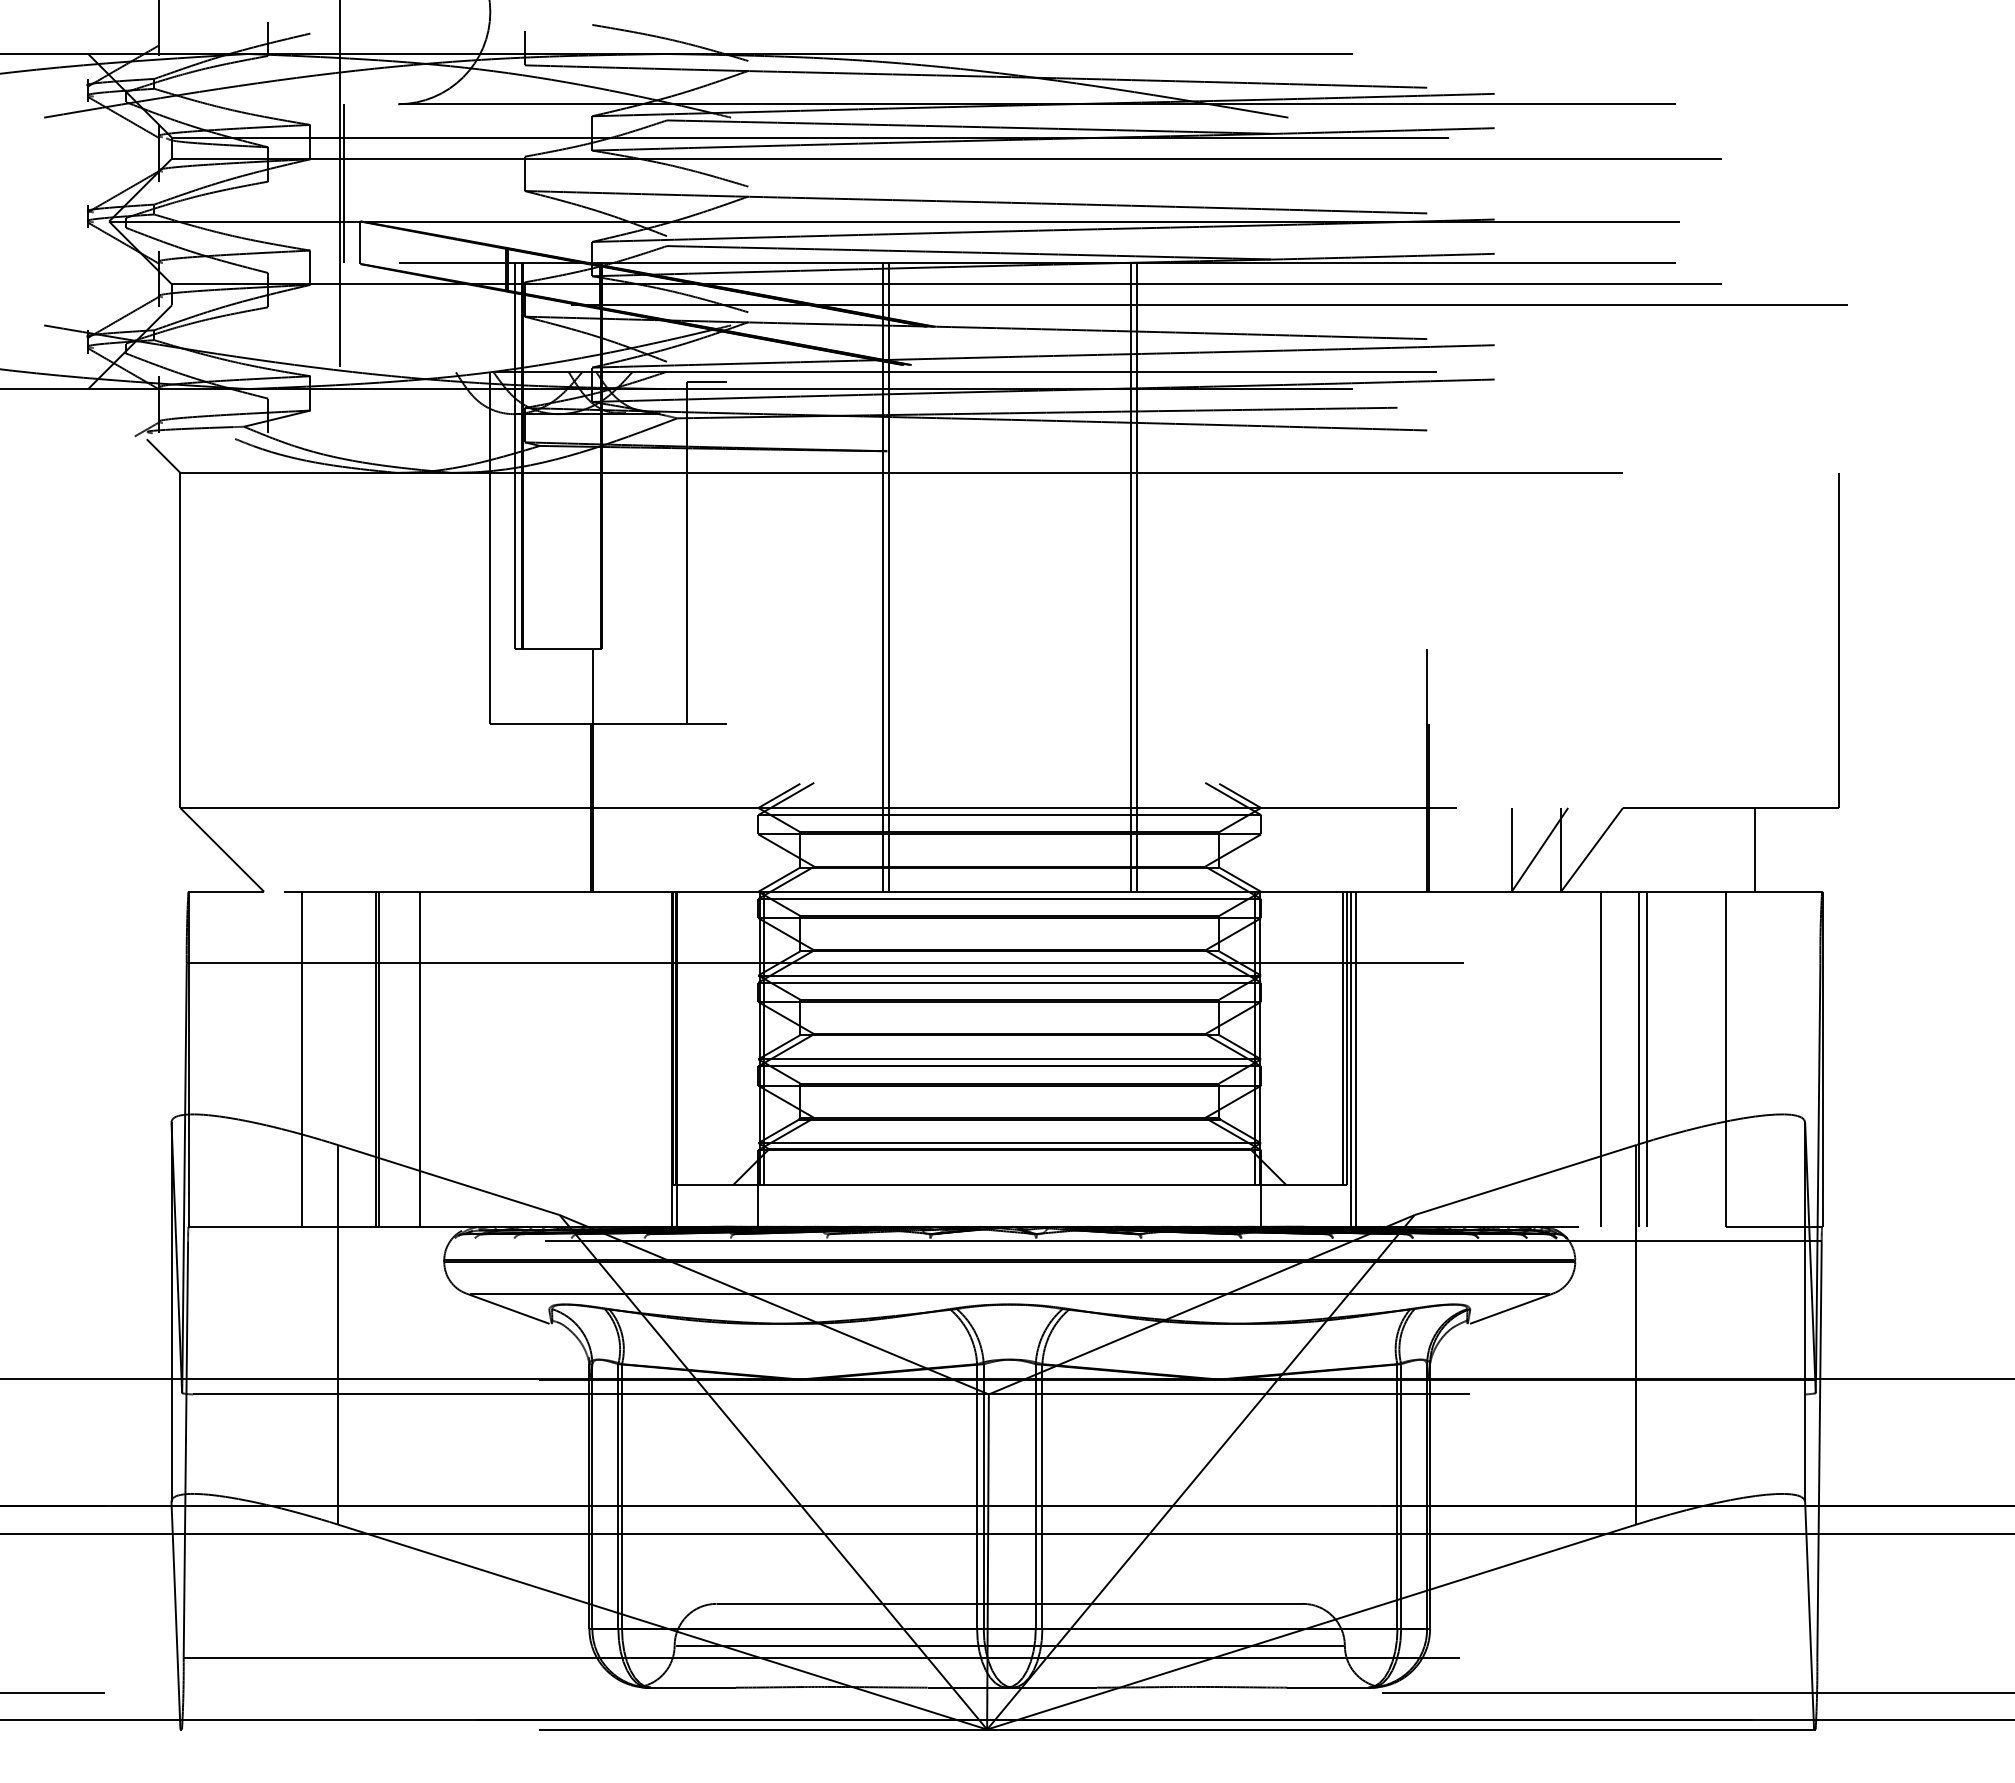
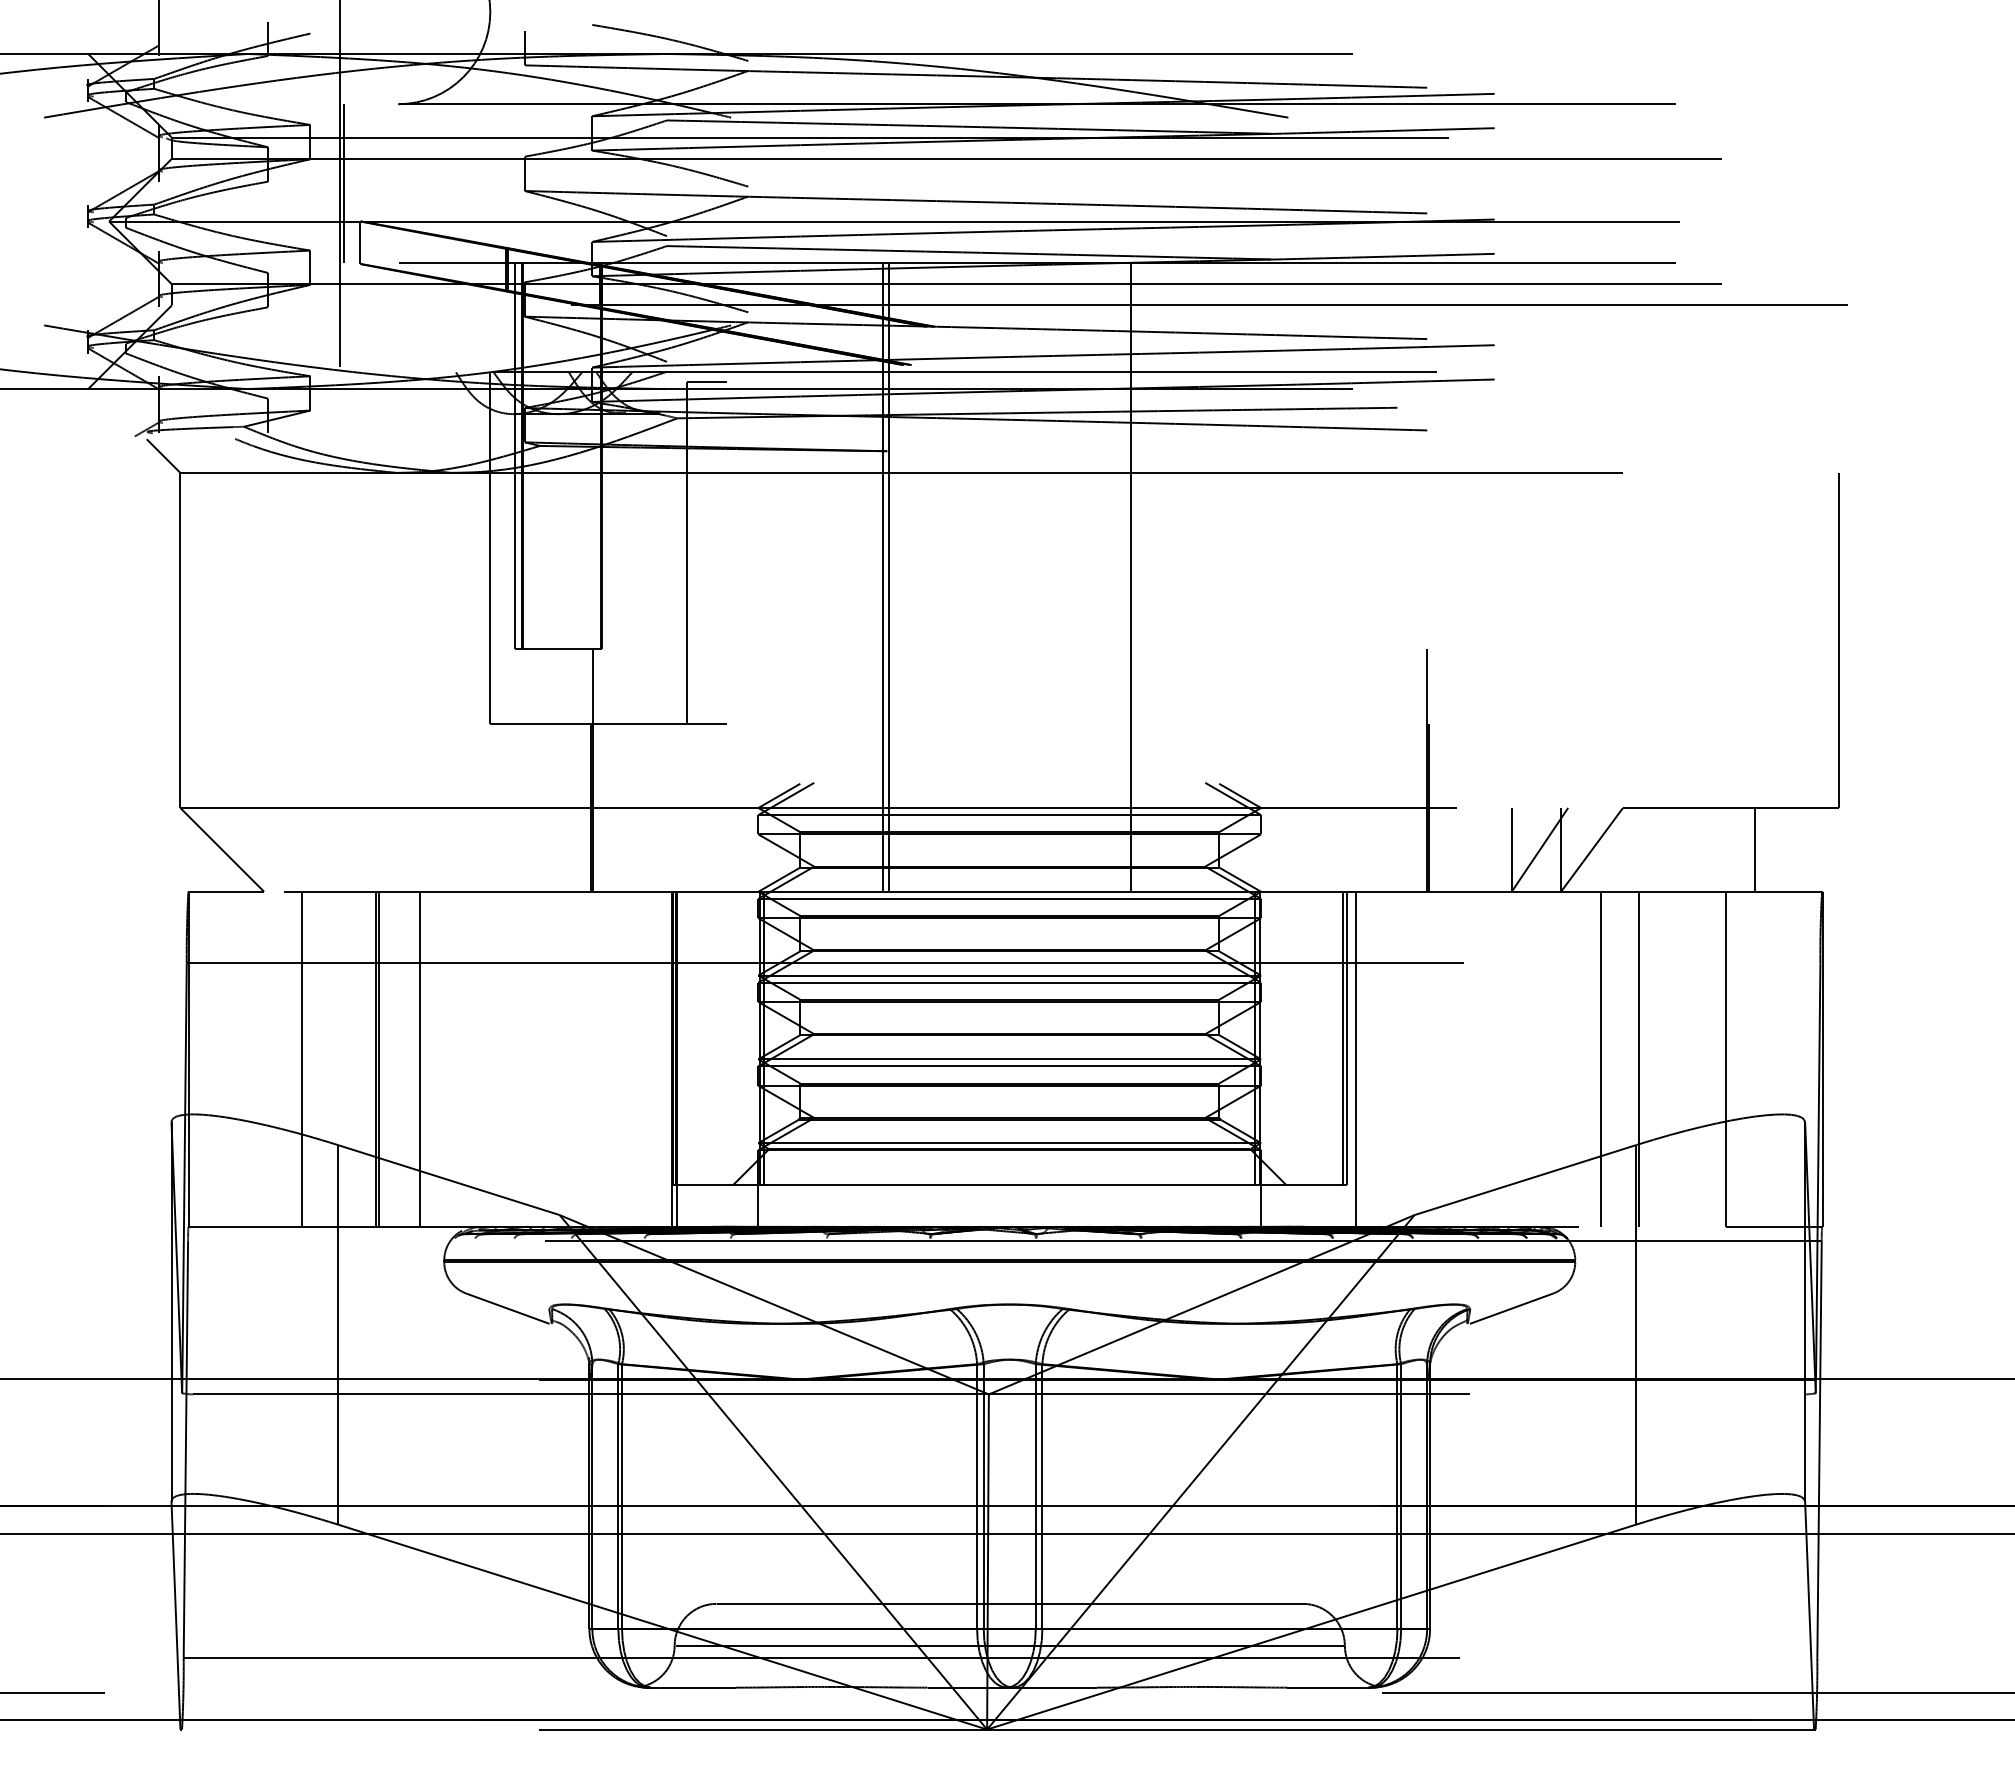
line at (1136, 577): present -> none
line at (1350, 1058): present -> none
line at (1647, 1058): present -> none
line at (1009, 1293): present -> none
